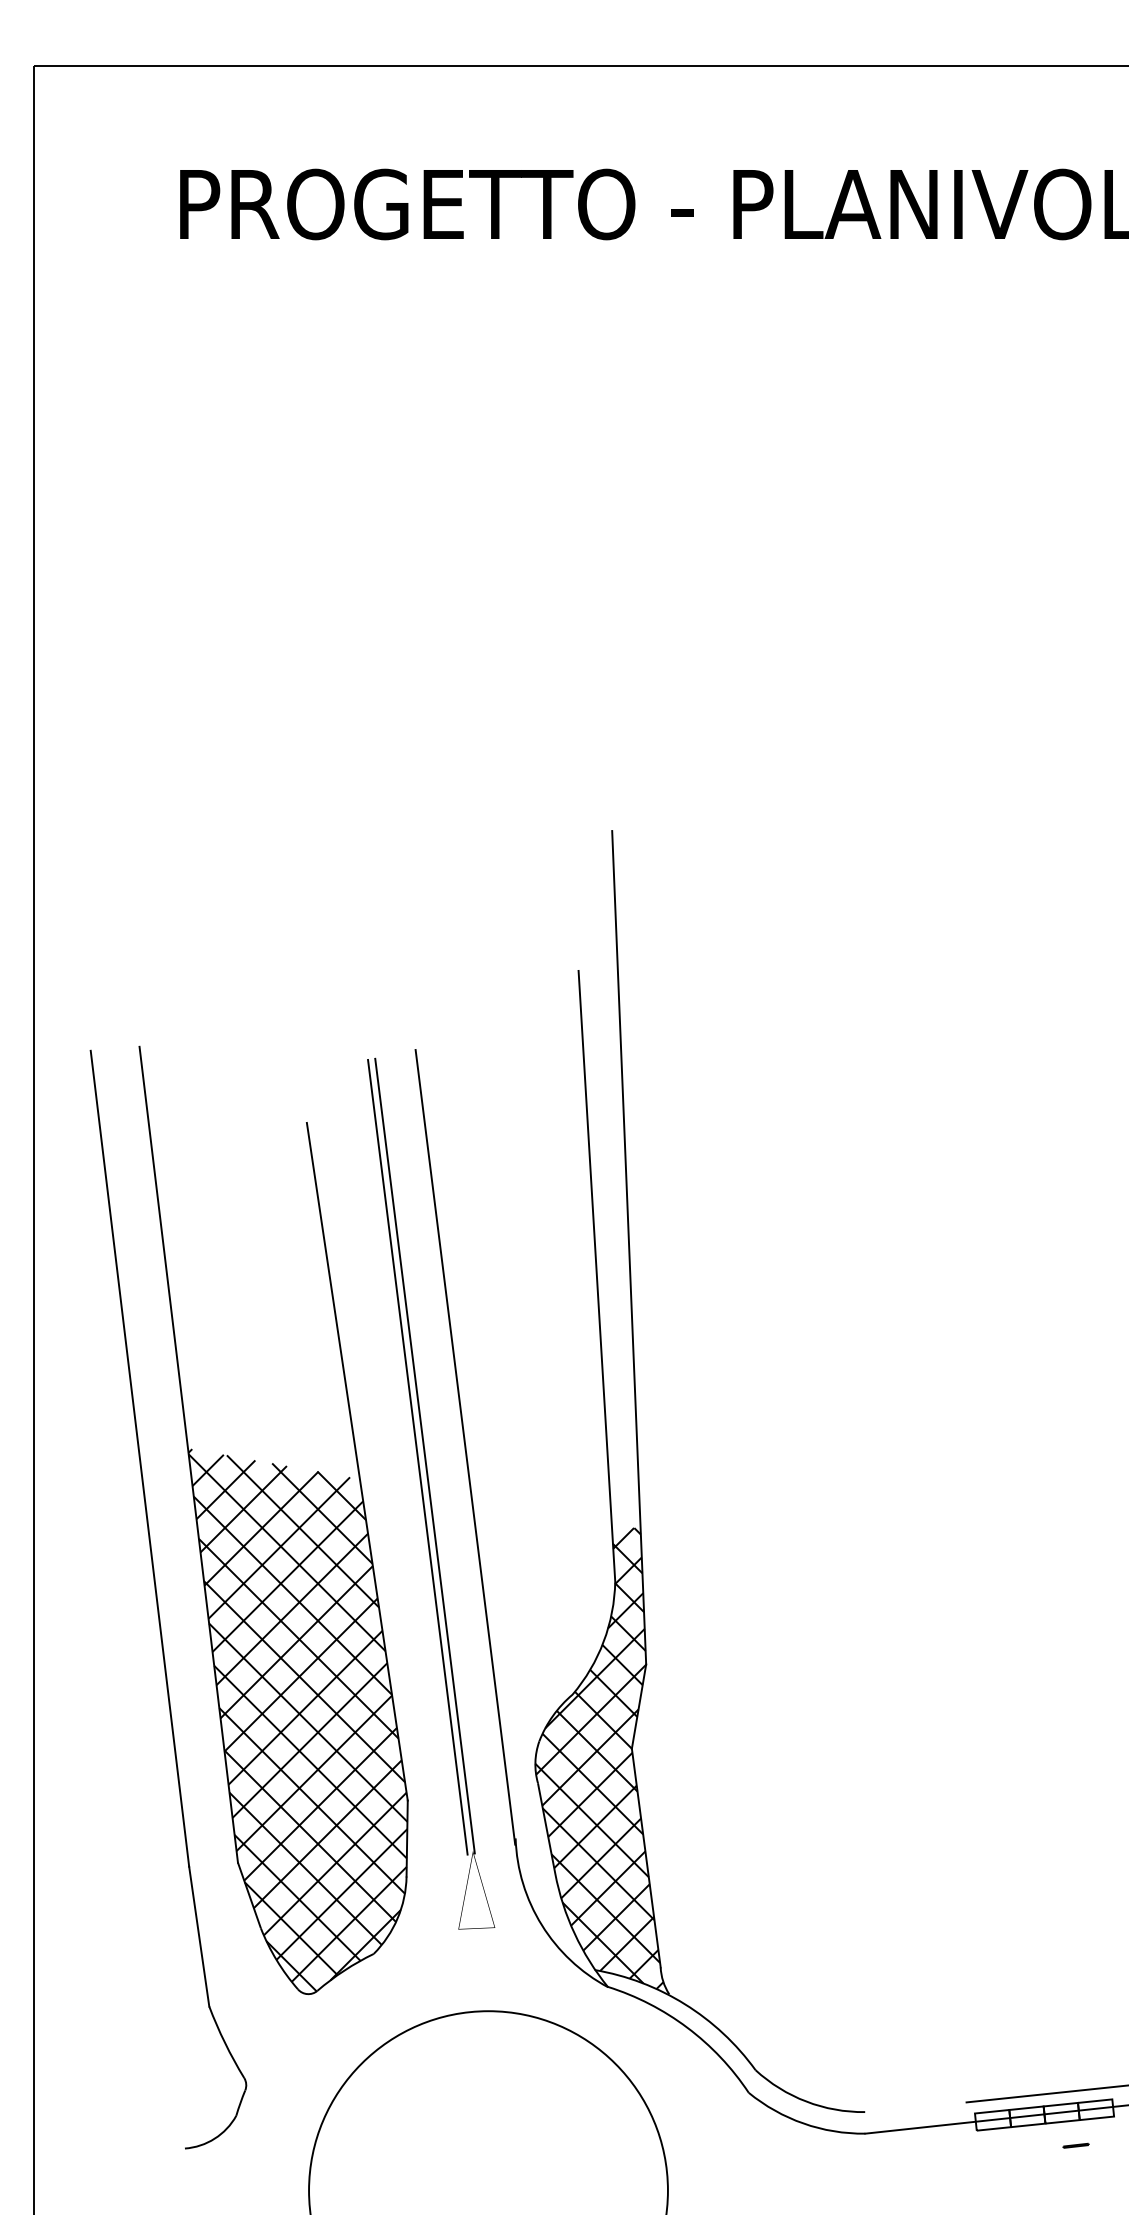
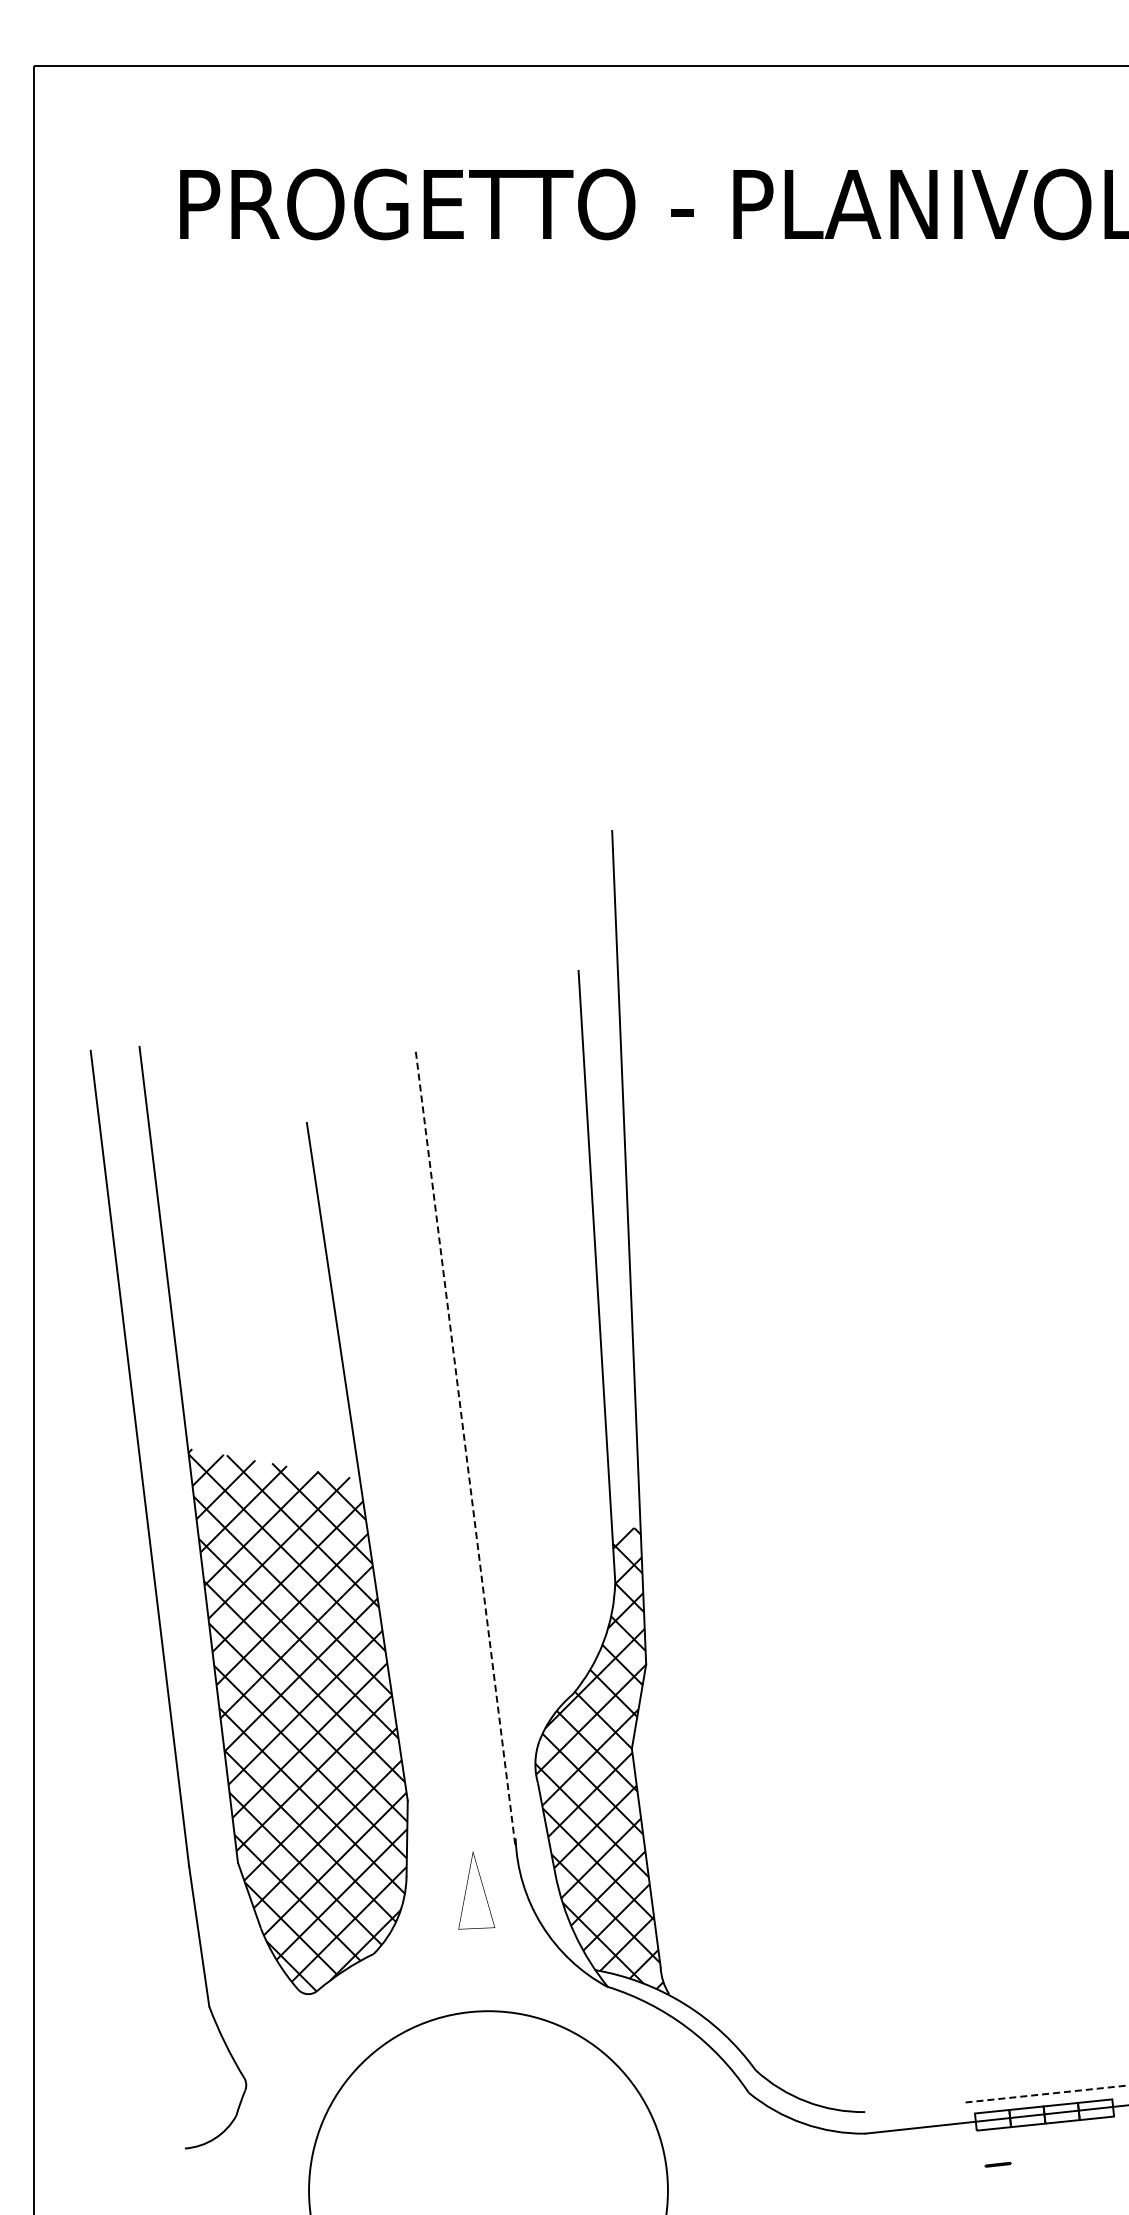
line at (465, 1446): solid -> dashed
line at (424, 1455): present -> none
line at (417, 1456): present -> none
line at (1047, 2093): solid -> dashed
line at (1075, 2145) position: (1075, 2145) -> (997, 2164)
